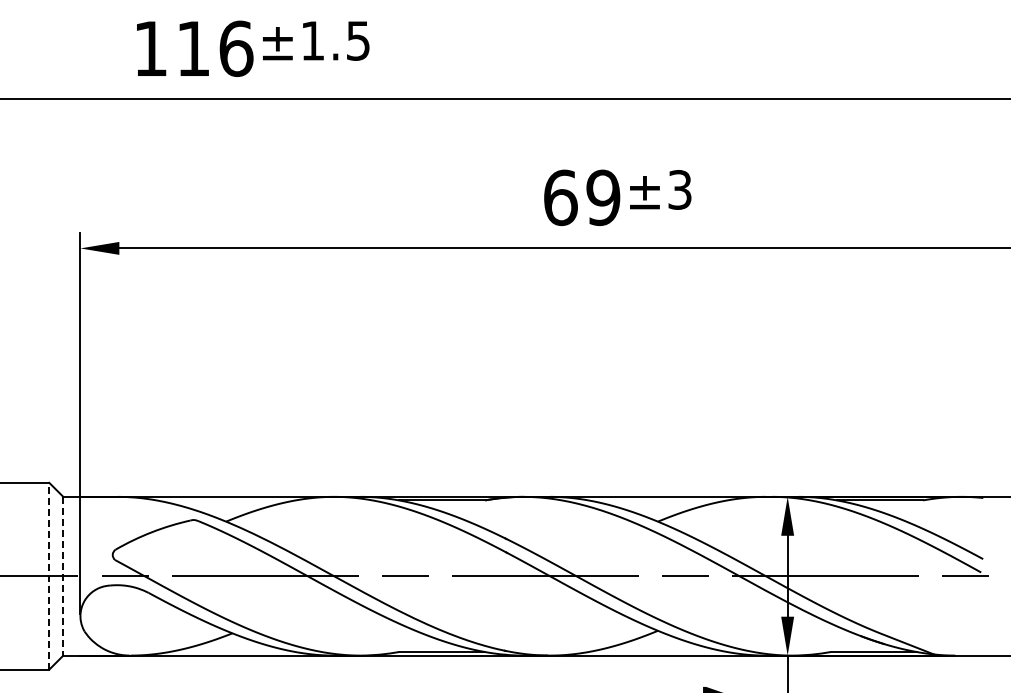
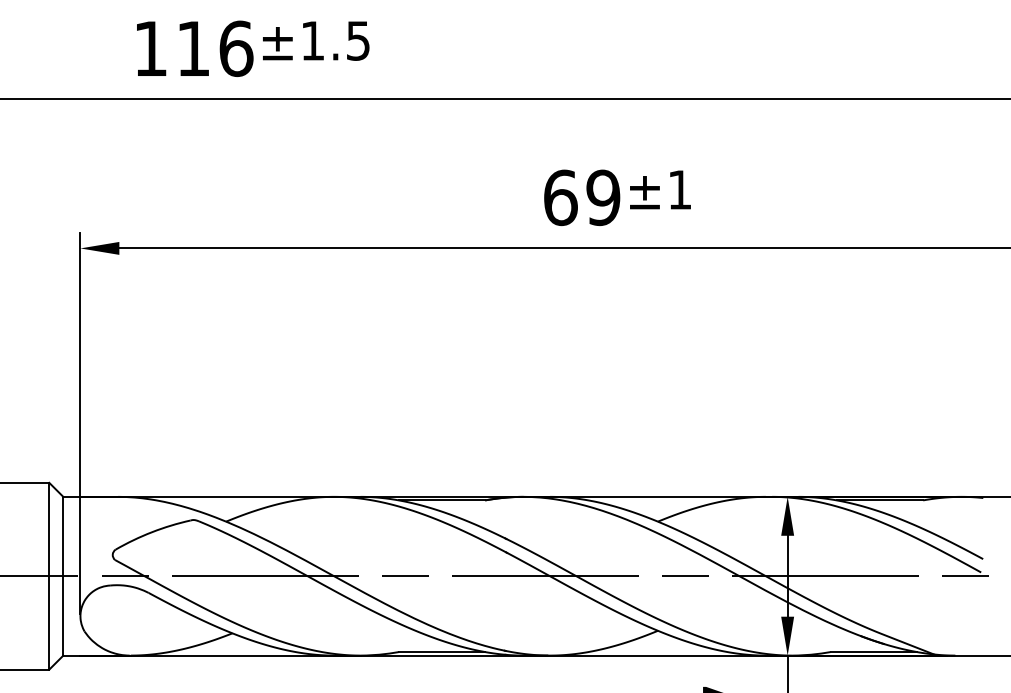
text at (679, 189): ±3 -> ±1
line at (49, 575): dashed -> solid
line at (63, 576): dashed -> solid
